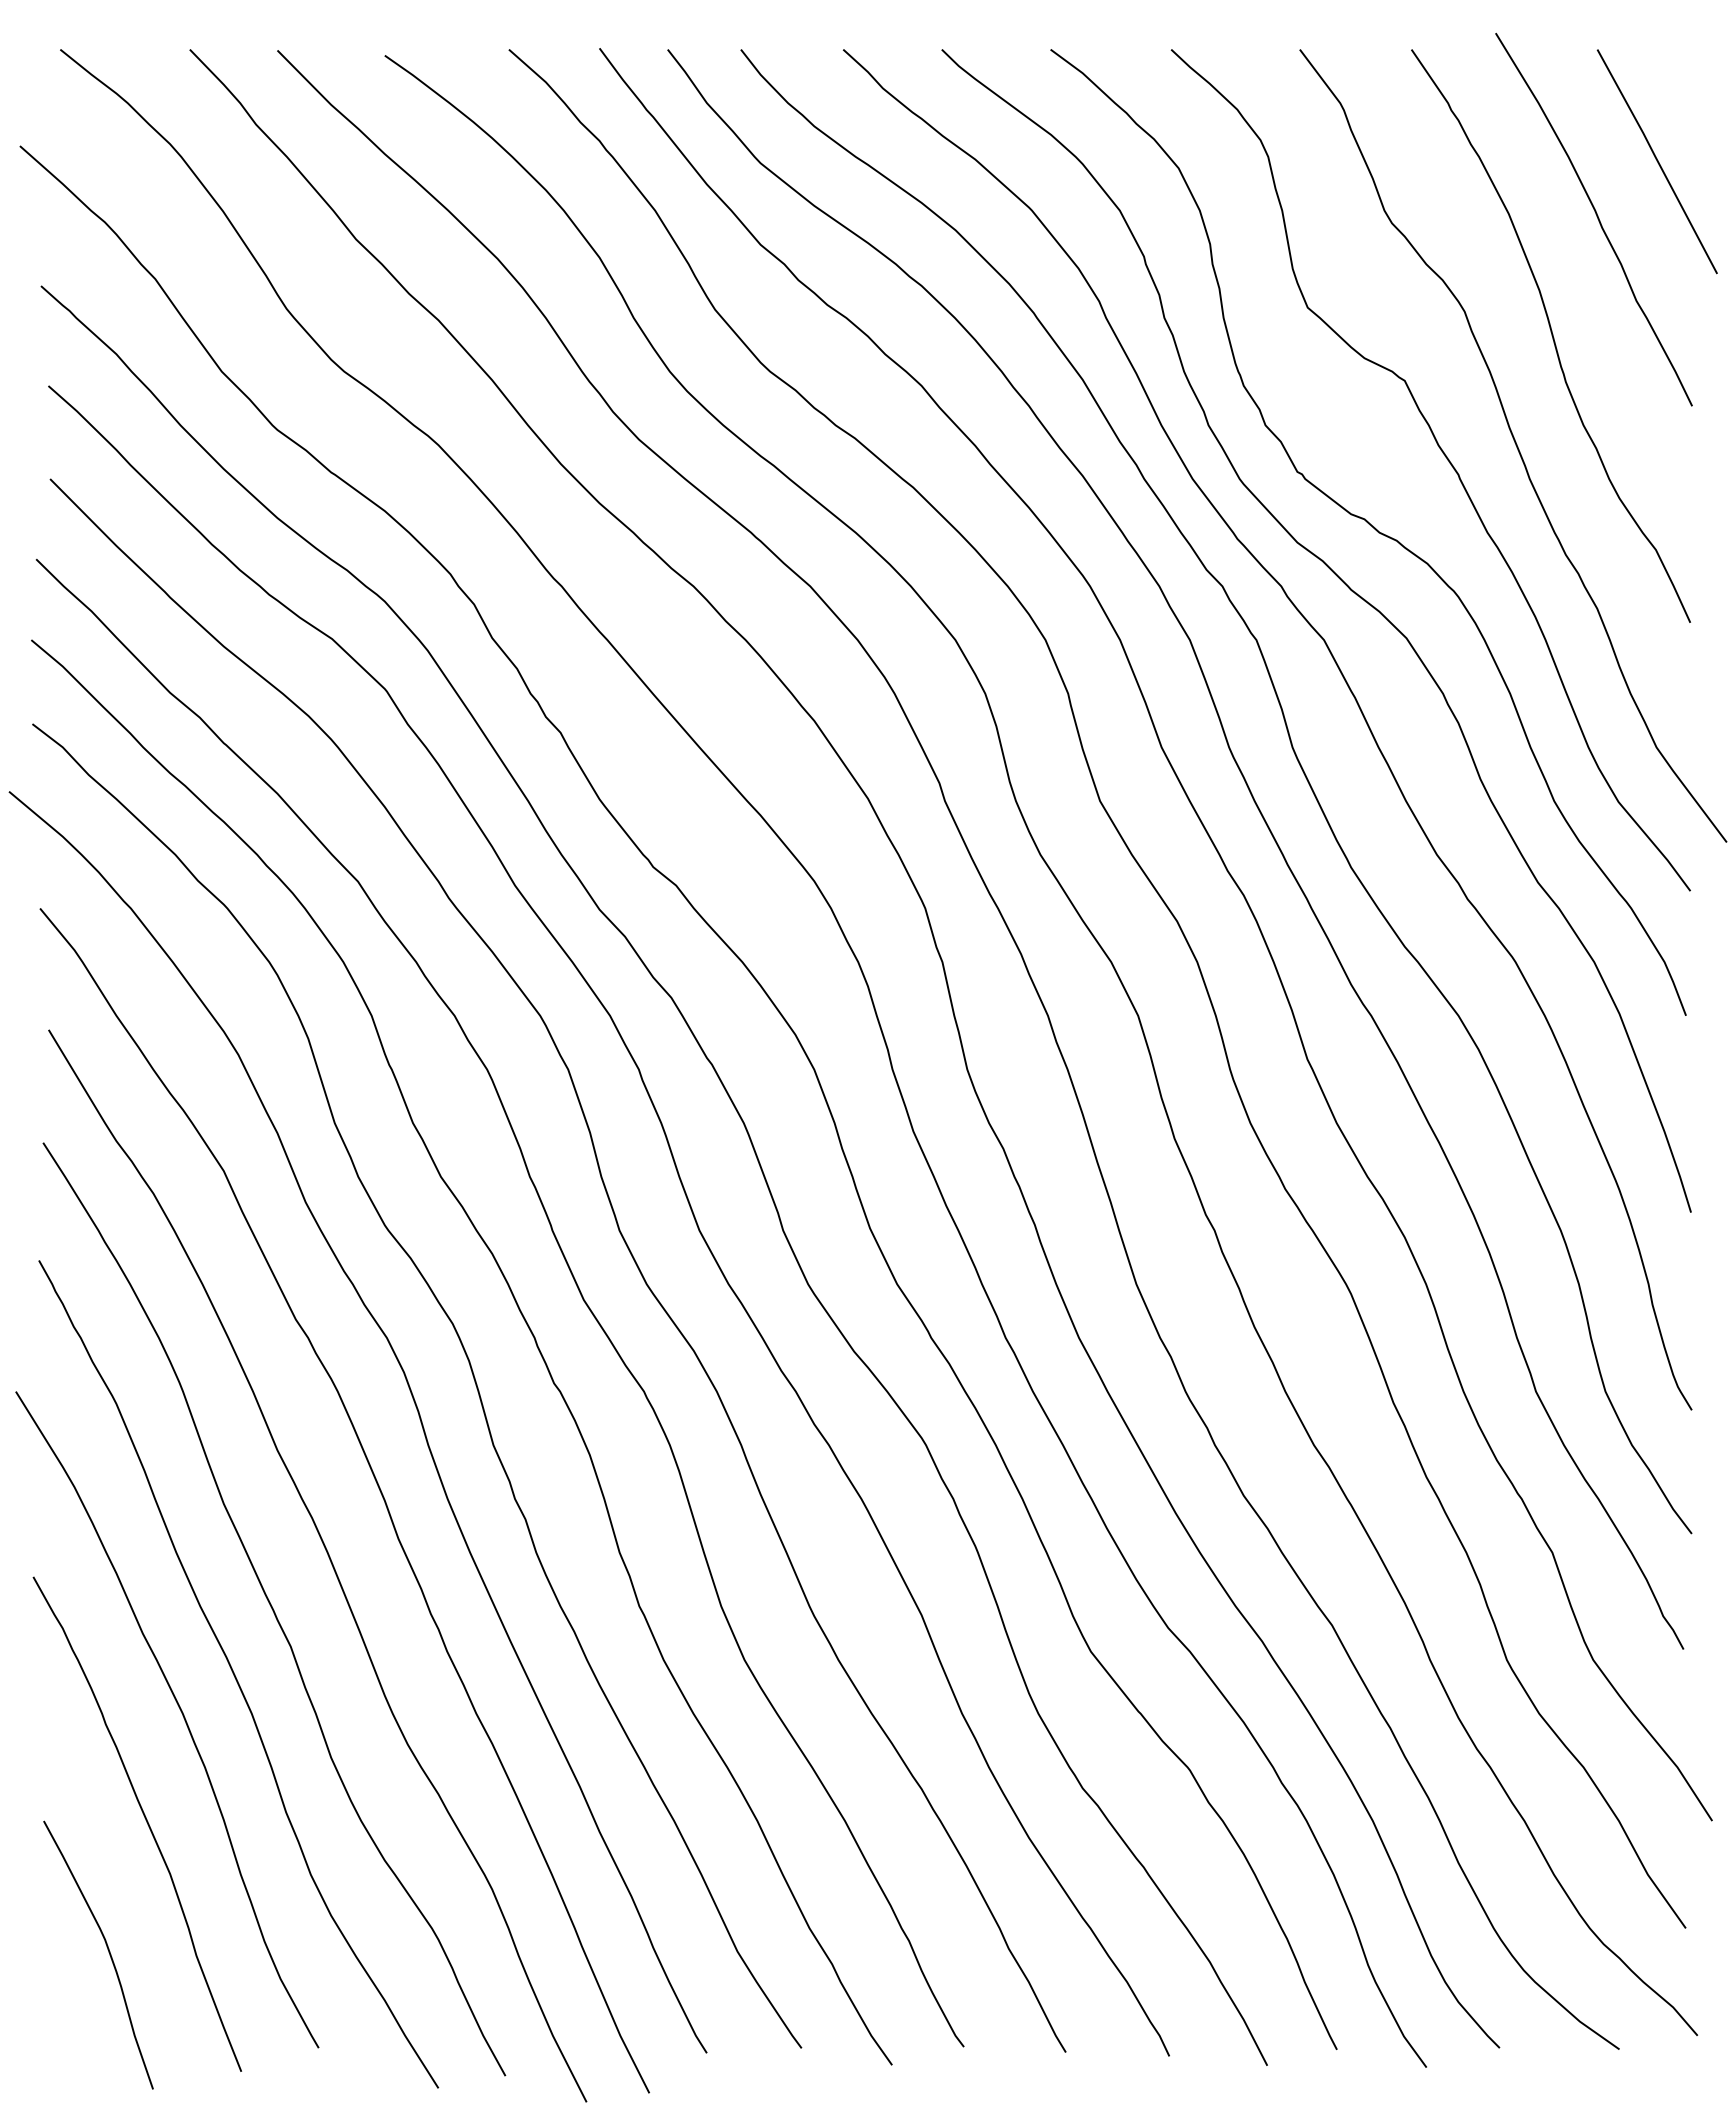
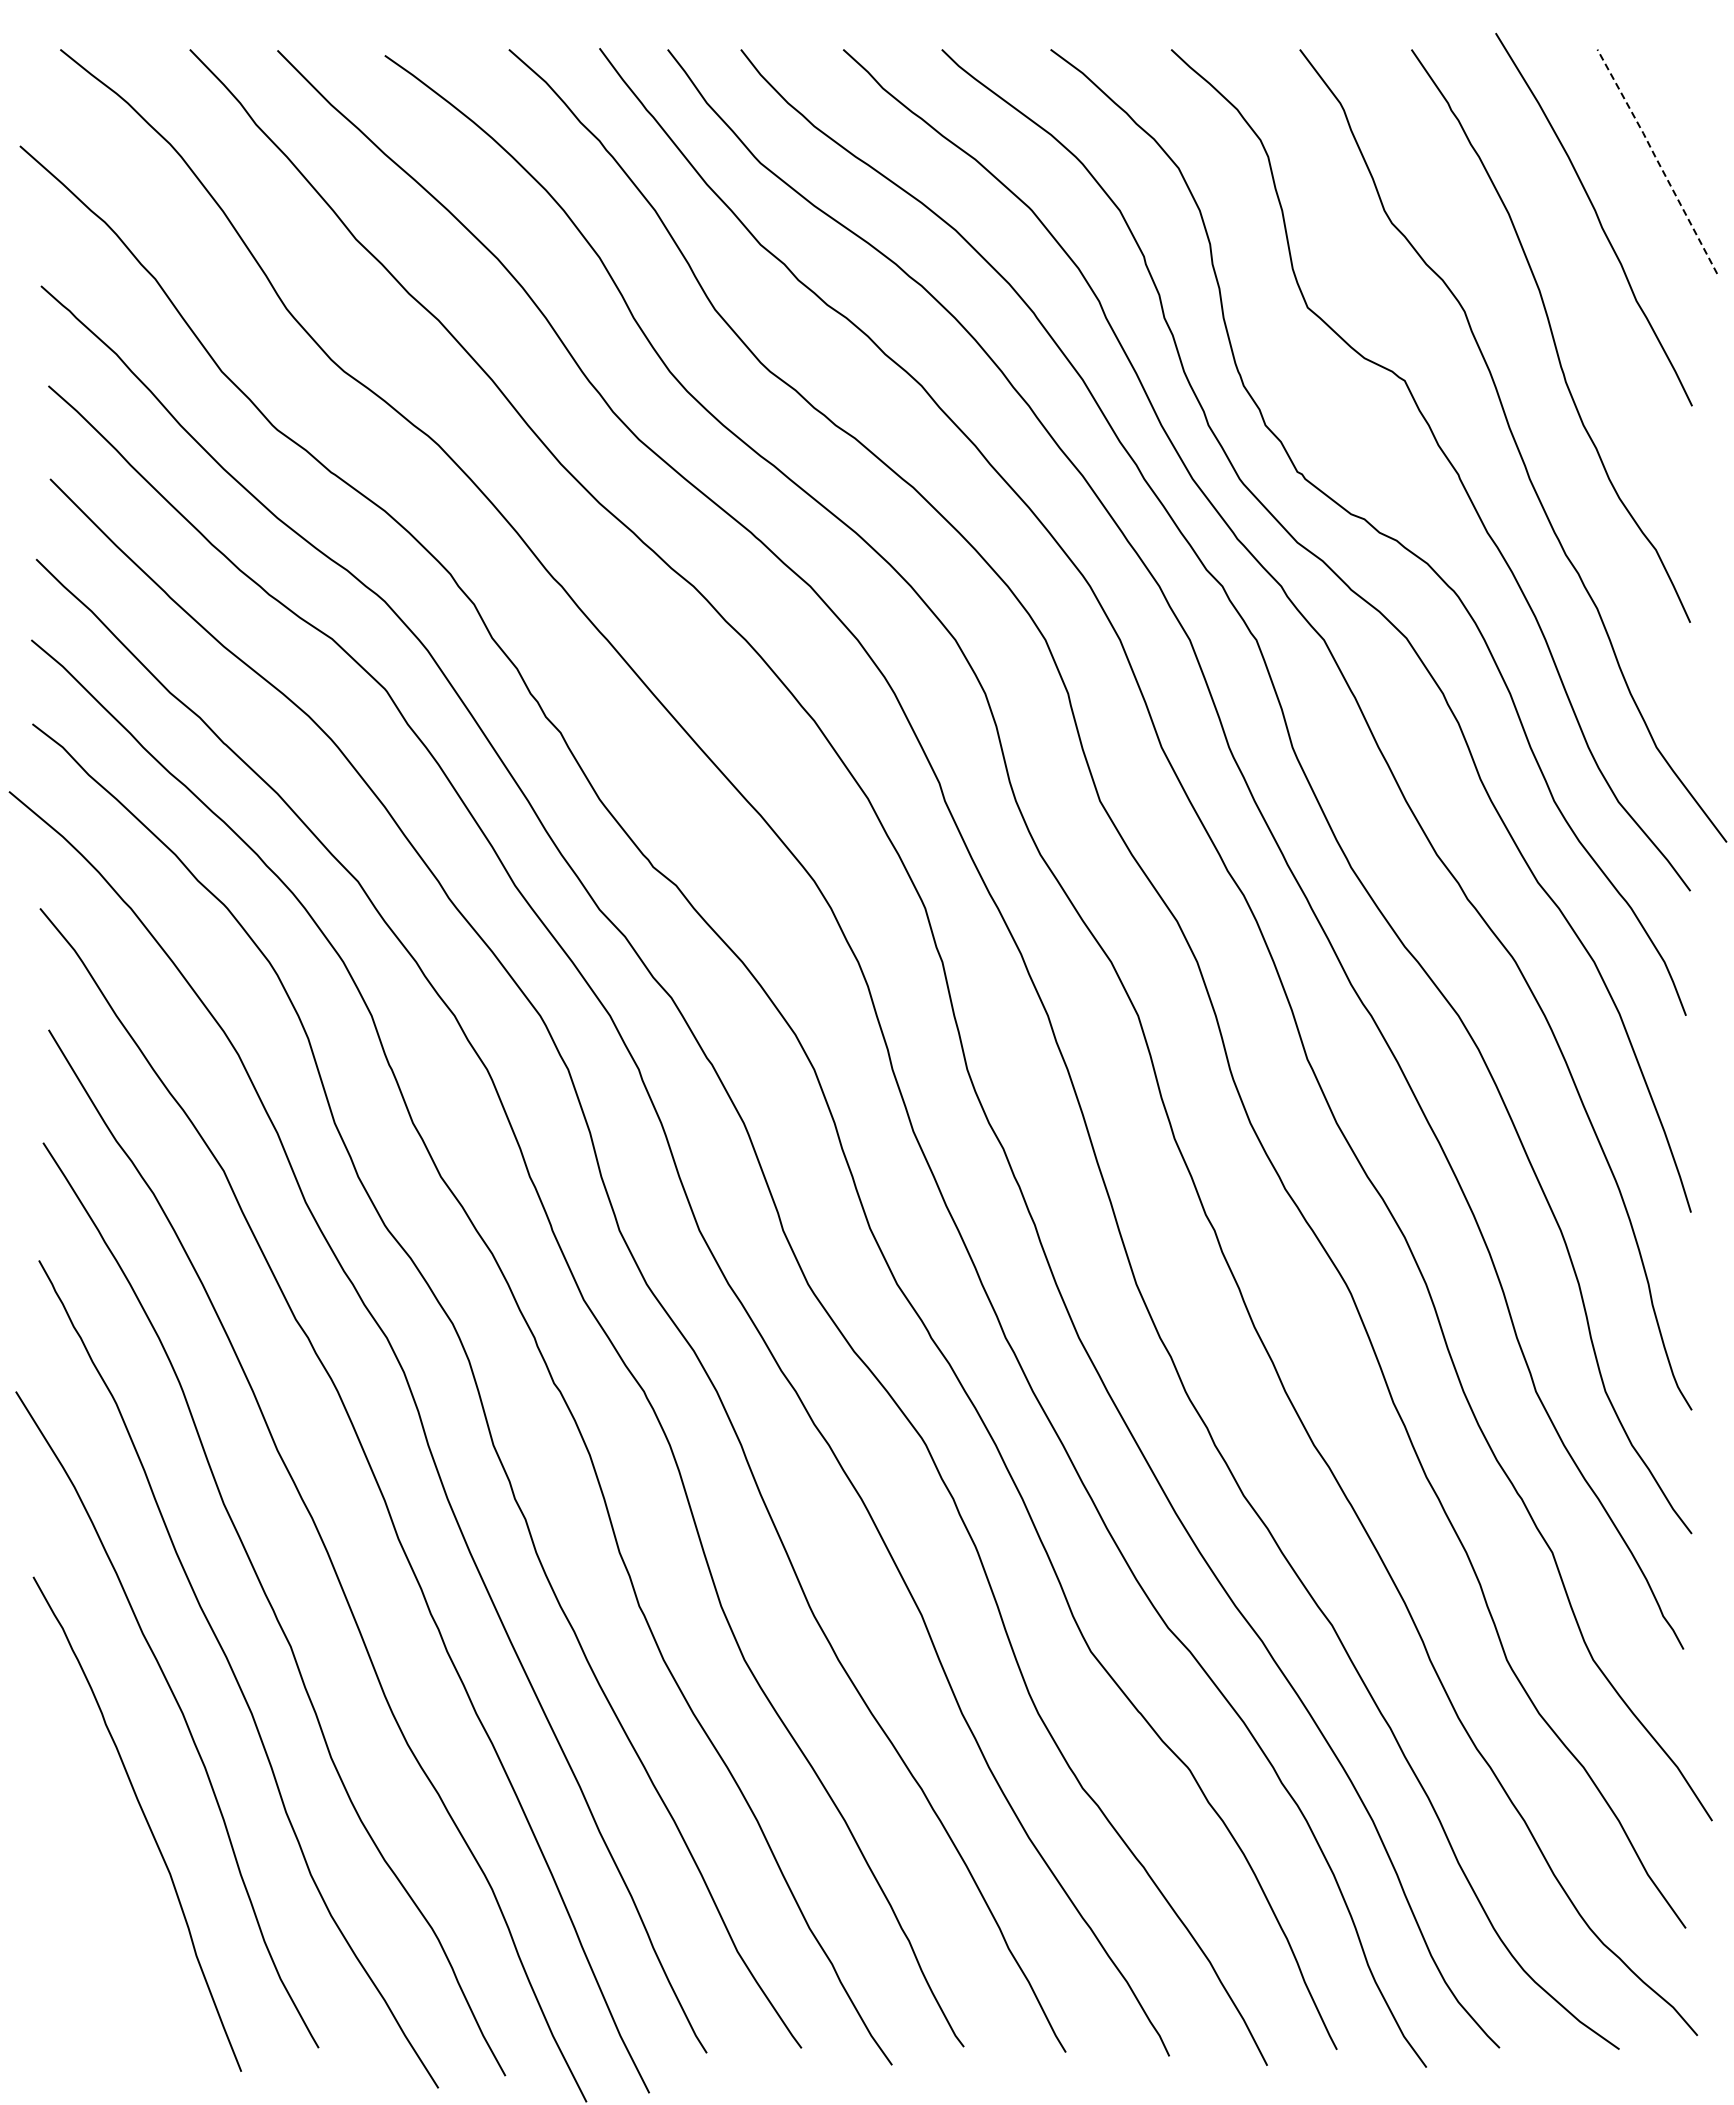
line at (1657, 160): solid -> dashed
curve at (108, 1952): present -> none
